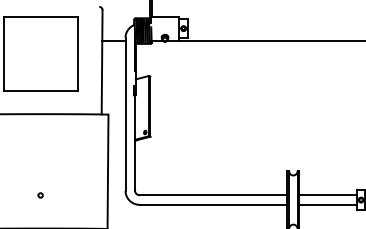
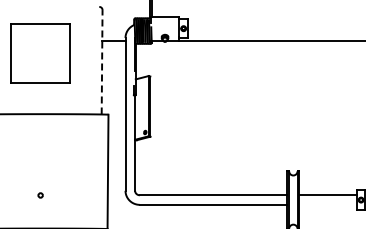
part at (40, 53) size: 76x76 px -> 61x61 px
line at (102, 61): solid -> dashed
line at (327, 204): present -> none
